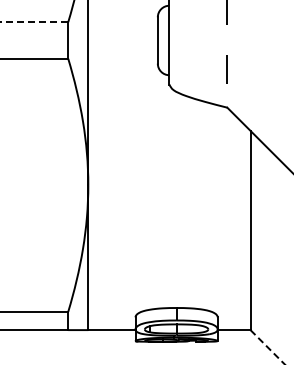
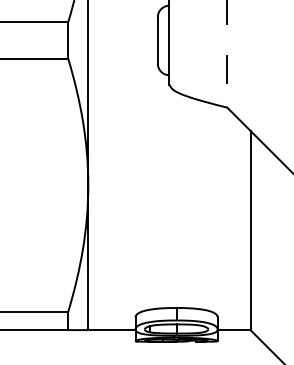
line at (34, 22): dashed -> solid
line at (267, 347): dashed -> solid
